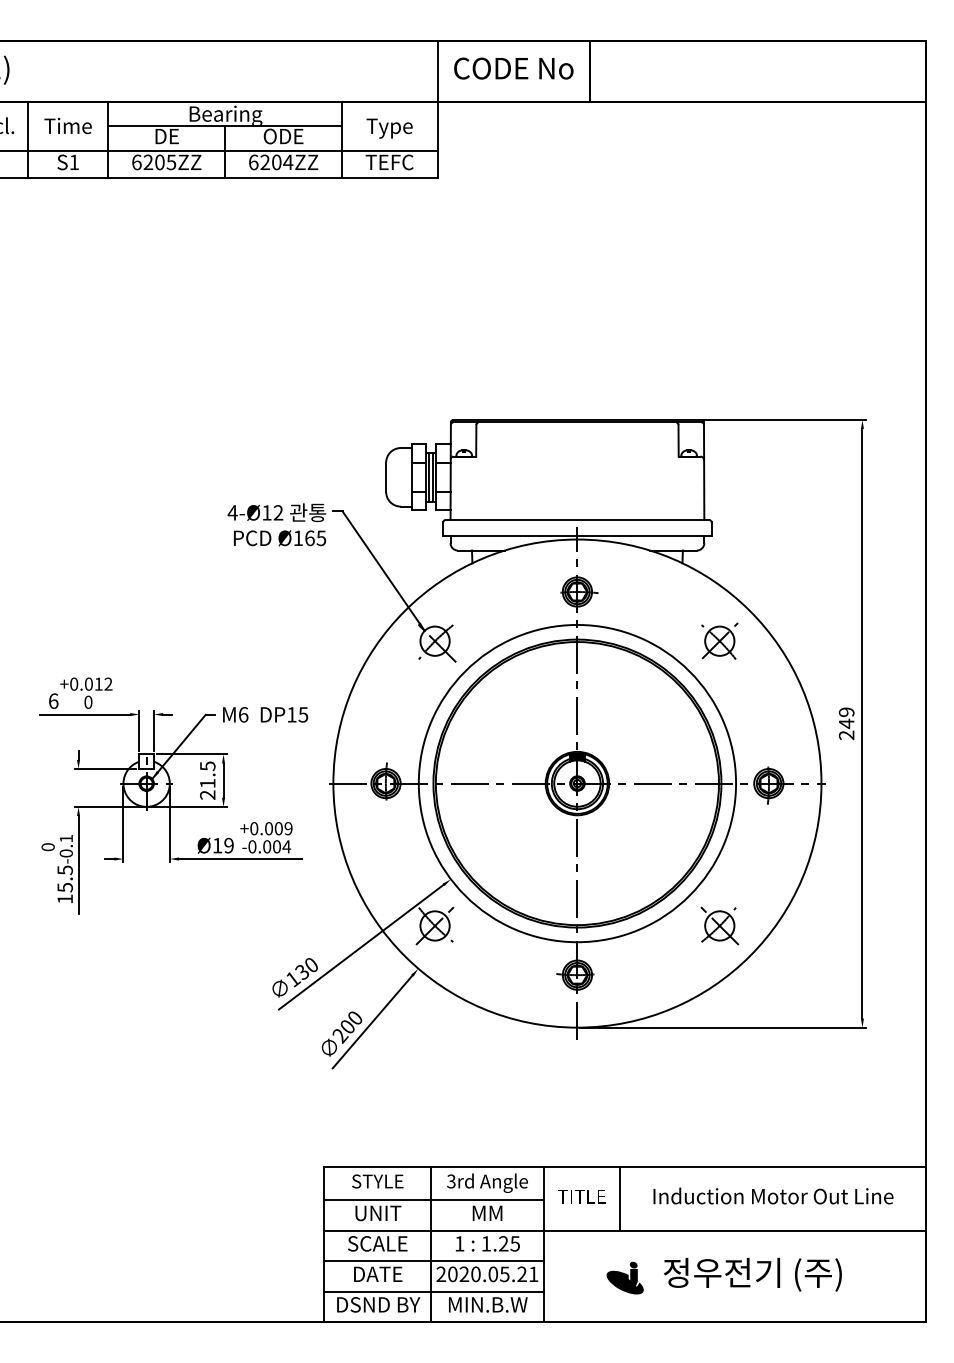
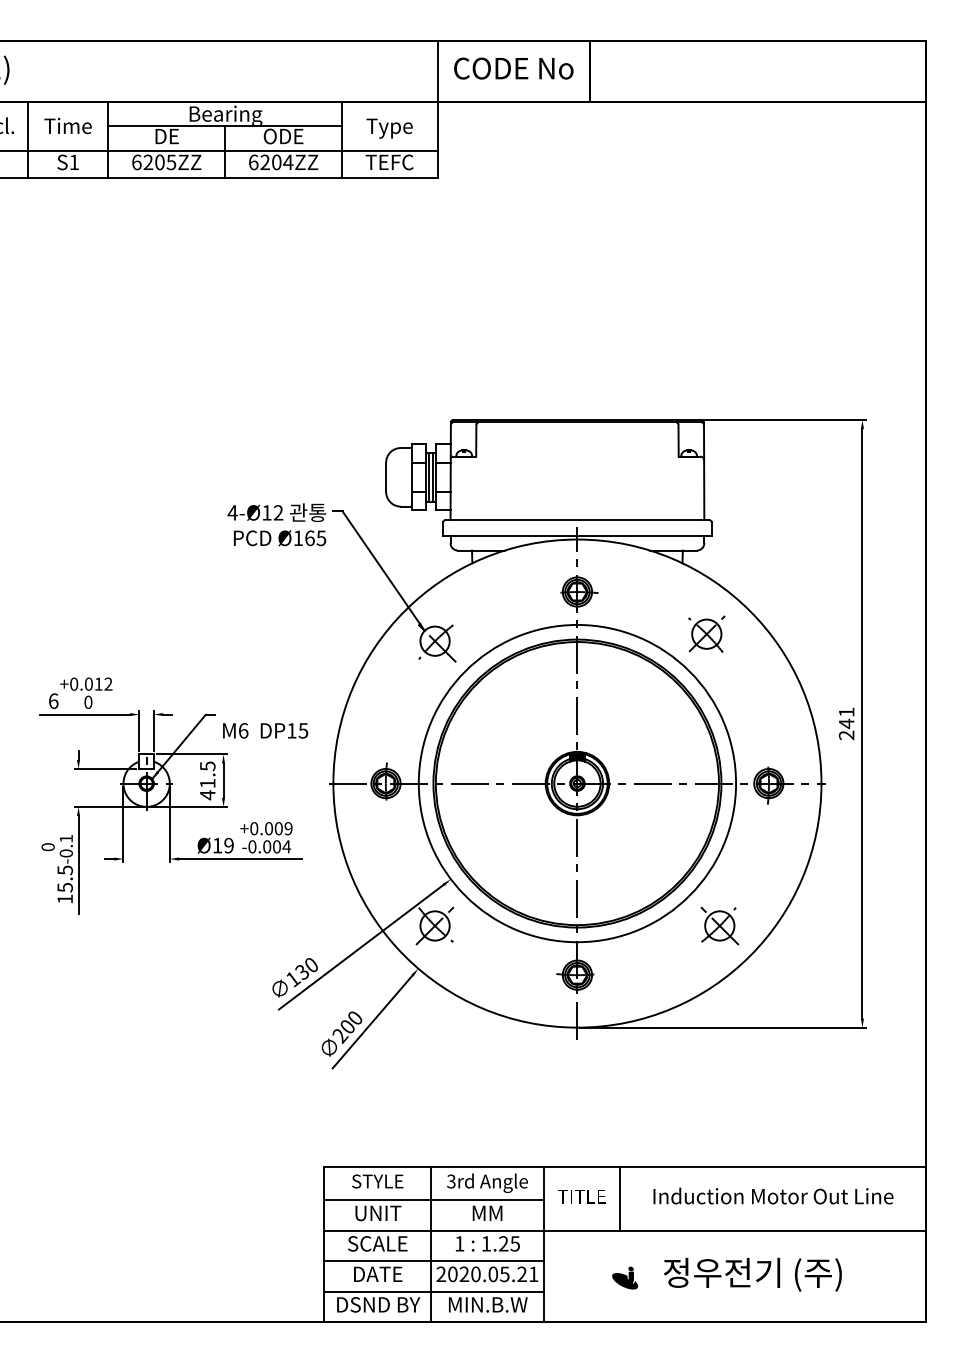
part at (719, 640) position: (719, 640) -> (706, 633)
text at (846, 712): 249 -> 241
text at (265, 714) position: (265, 714) -> (265, 730)
text at (207, 795): 21.5 -> 41.5
part at (624, 1277) size: 38x34 px -> 27x24 px
